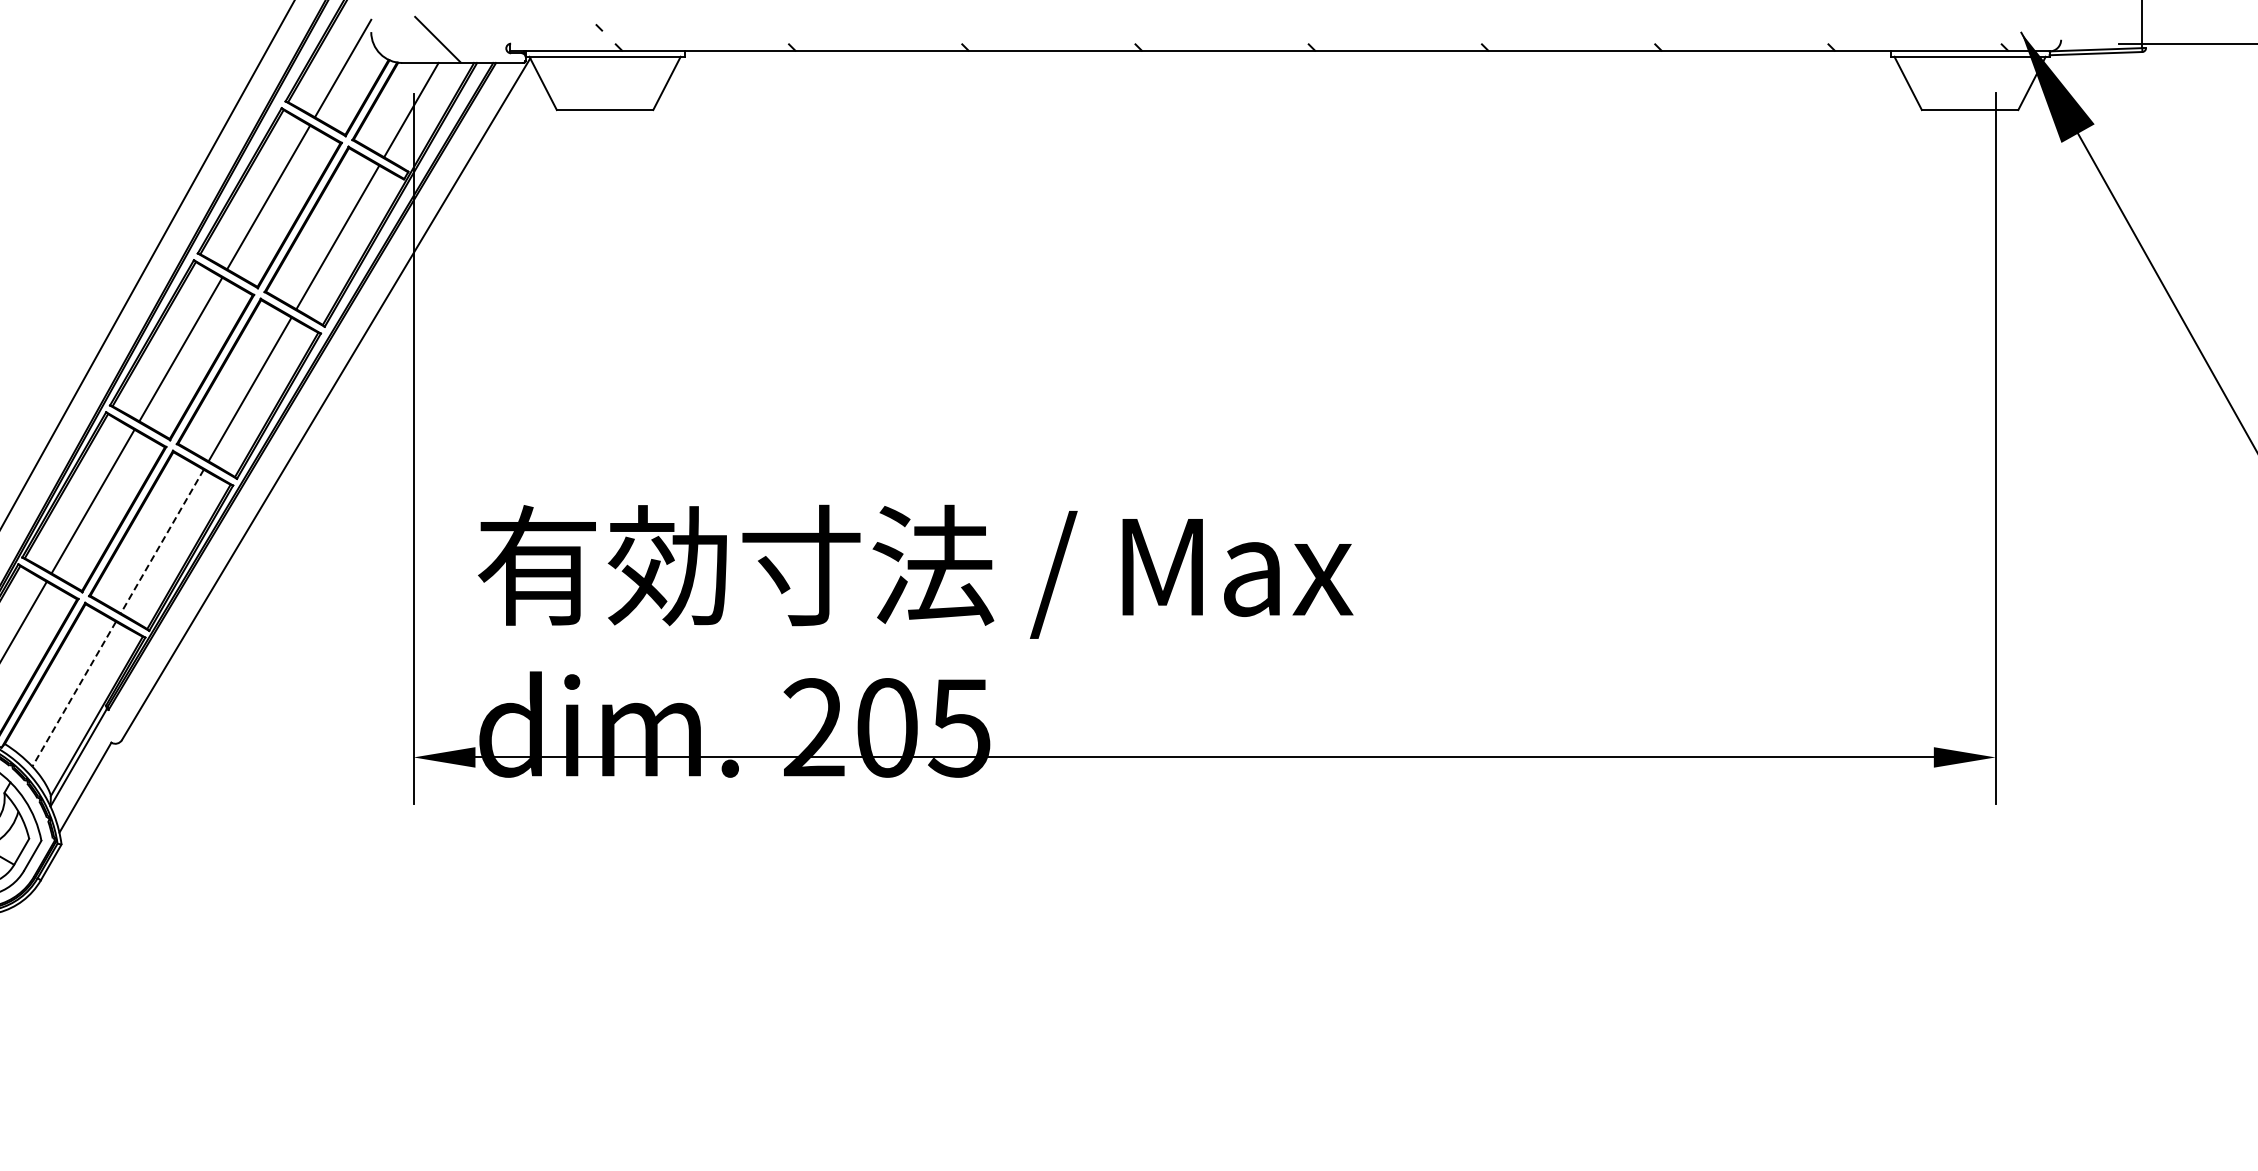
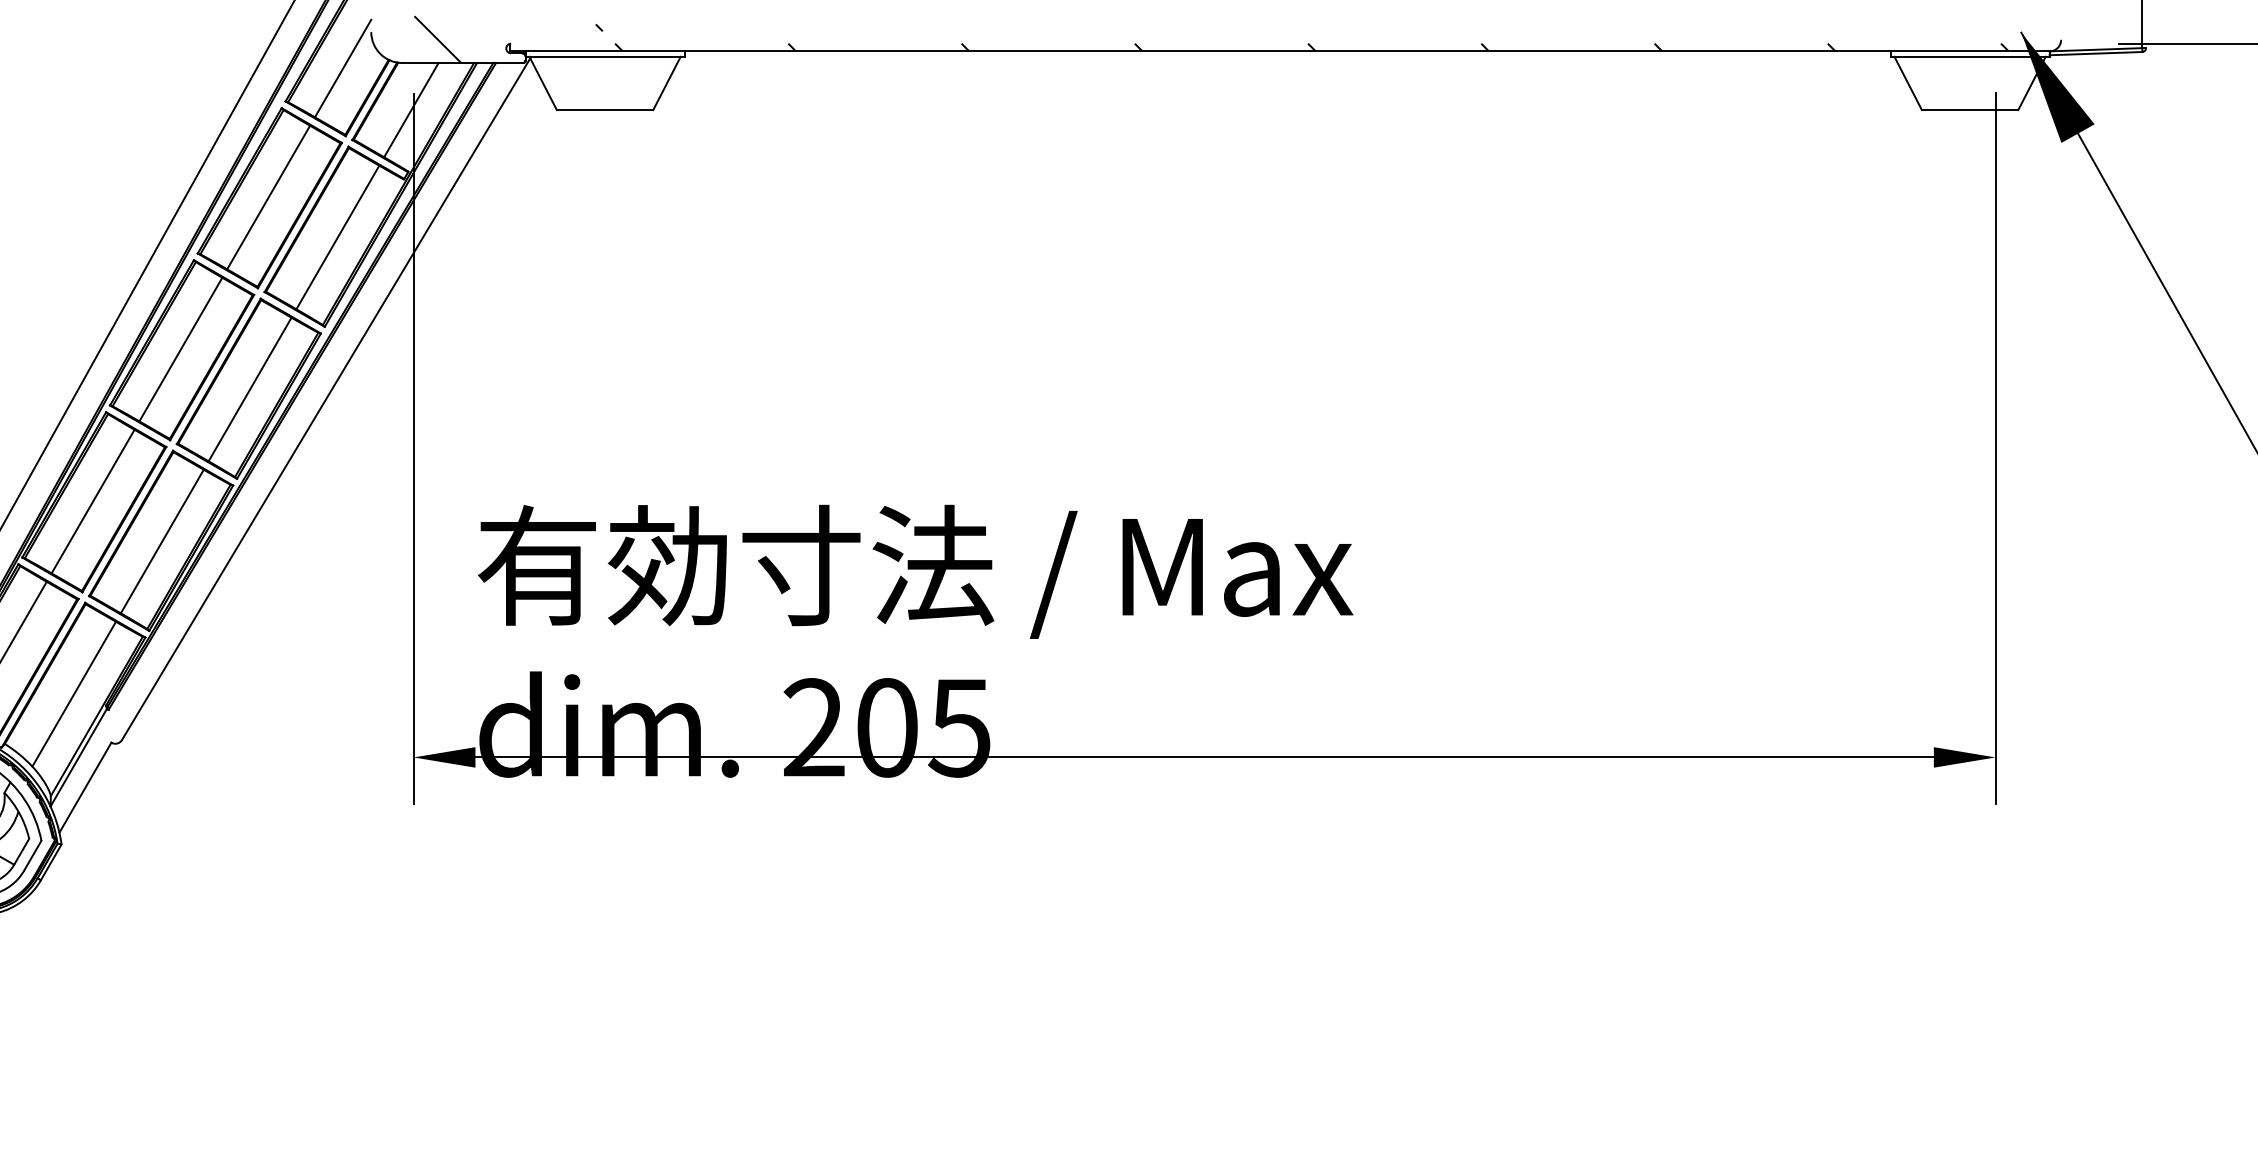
line at (162, 541): dashed -> solid
line at (74, 694): dashed -> solid
